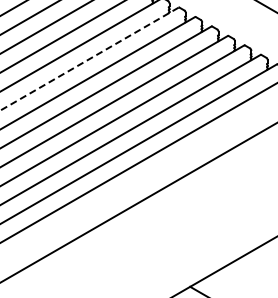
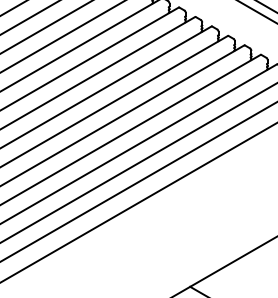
line at (257, 11): none -> present
line at (89, 59): dashed -> solid
line at (138, 181): none -> present
